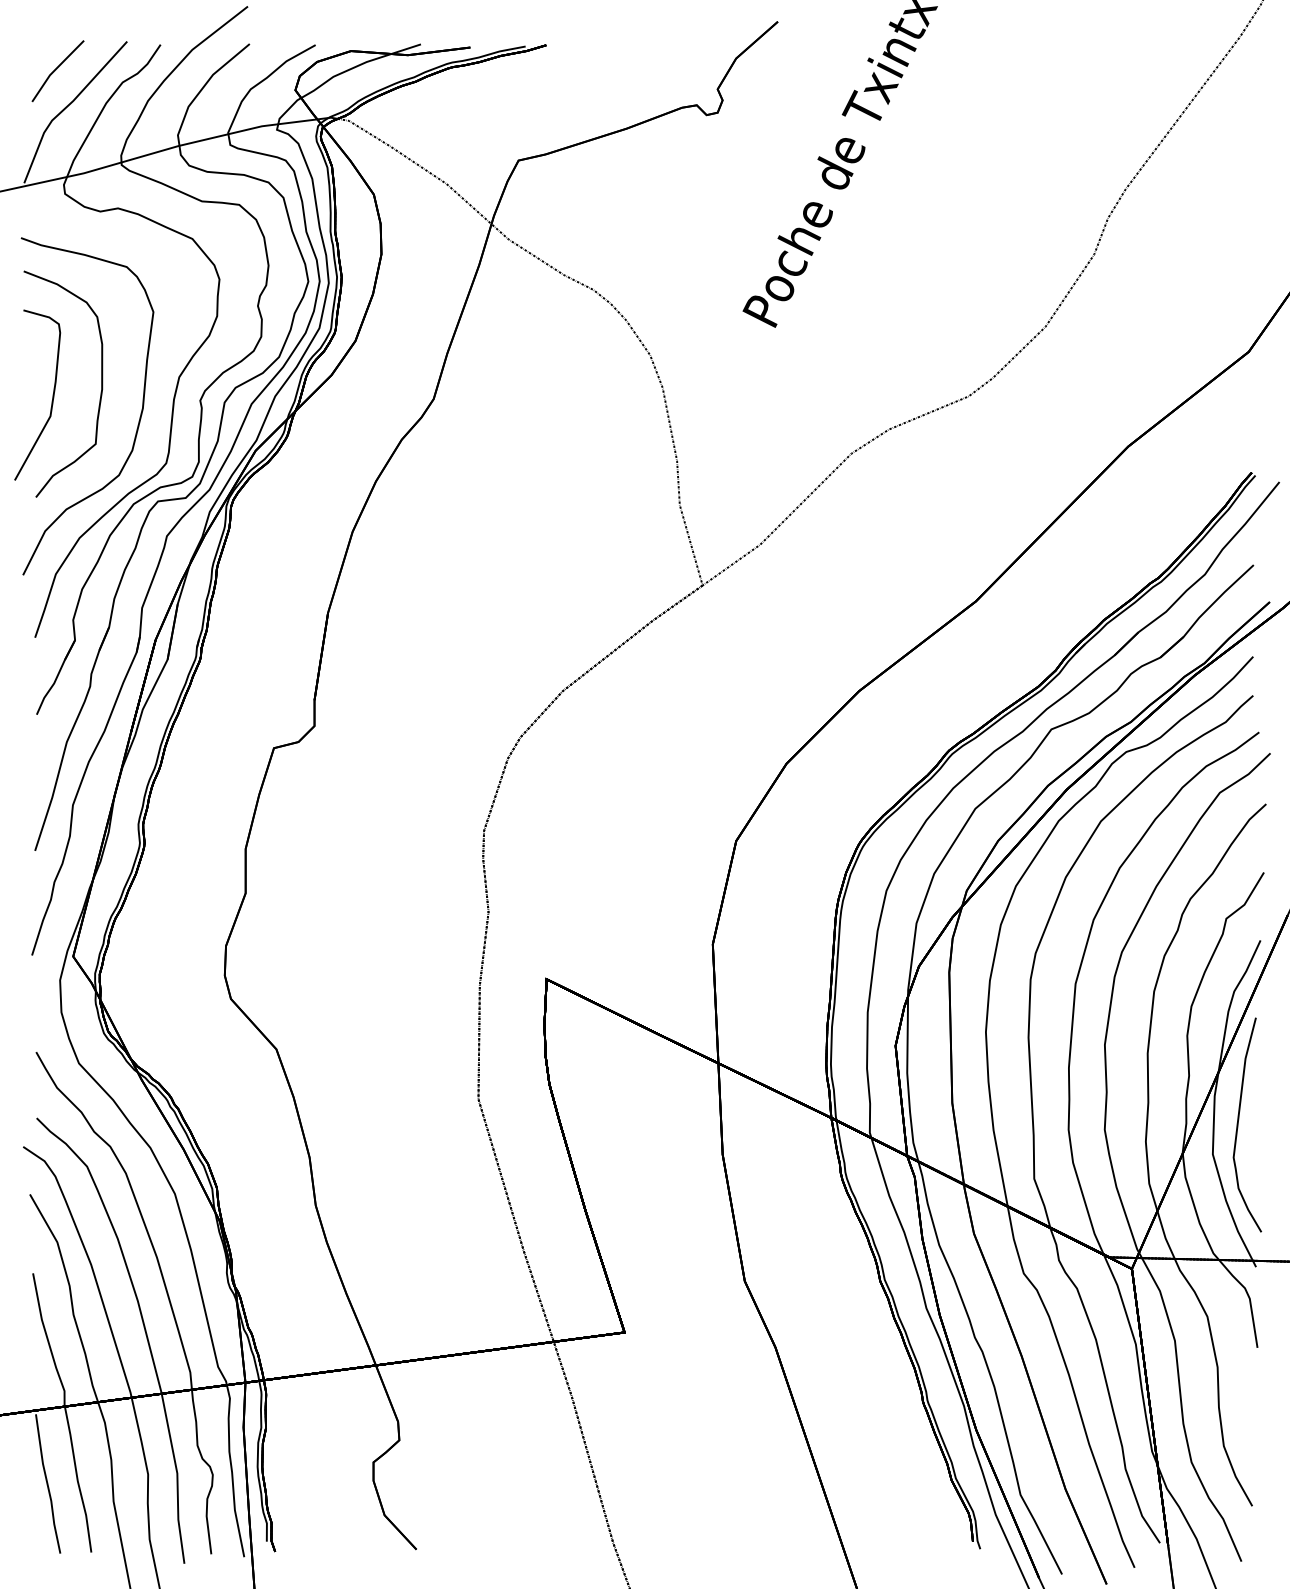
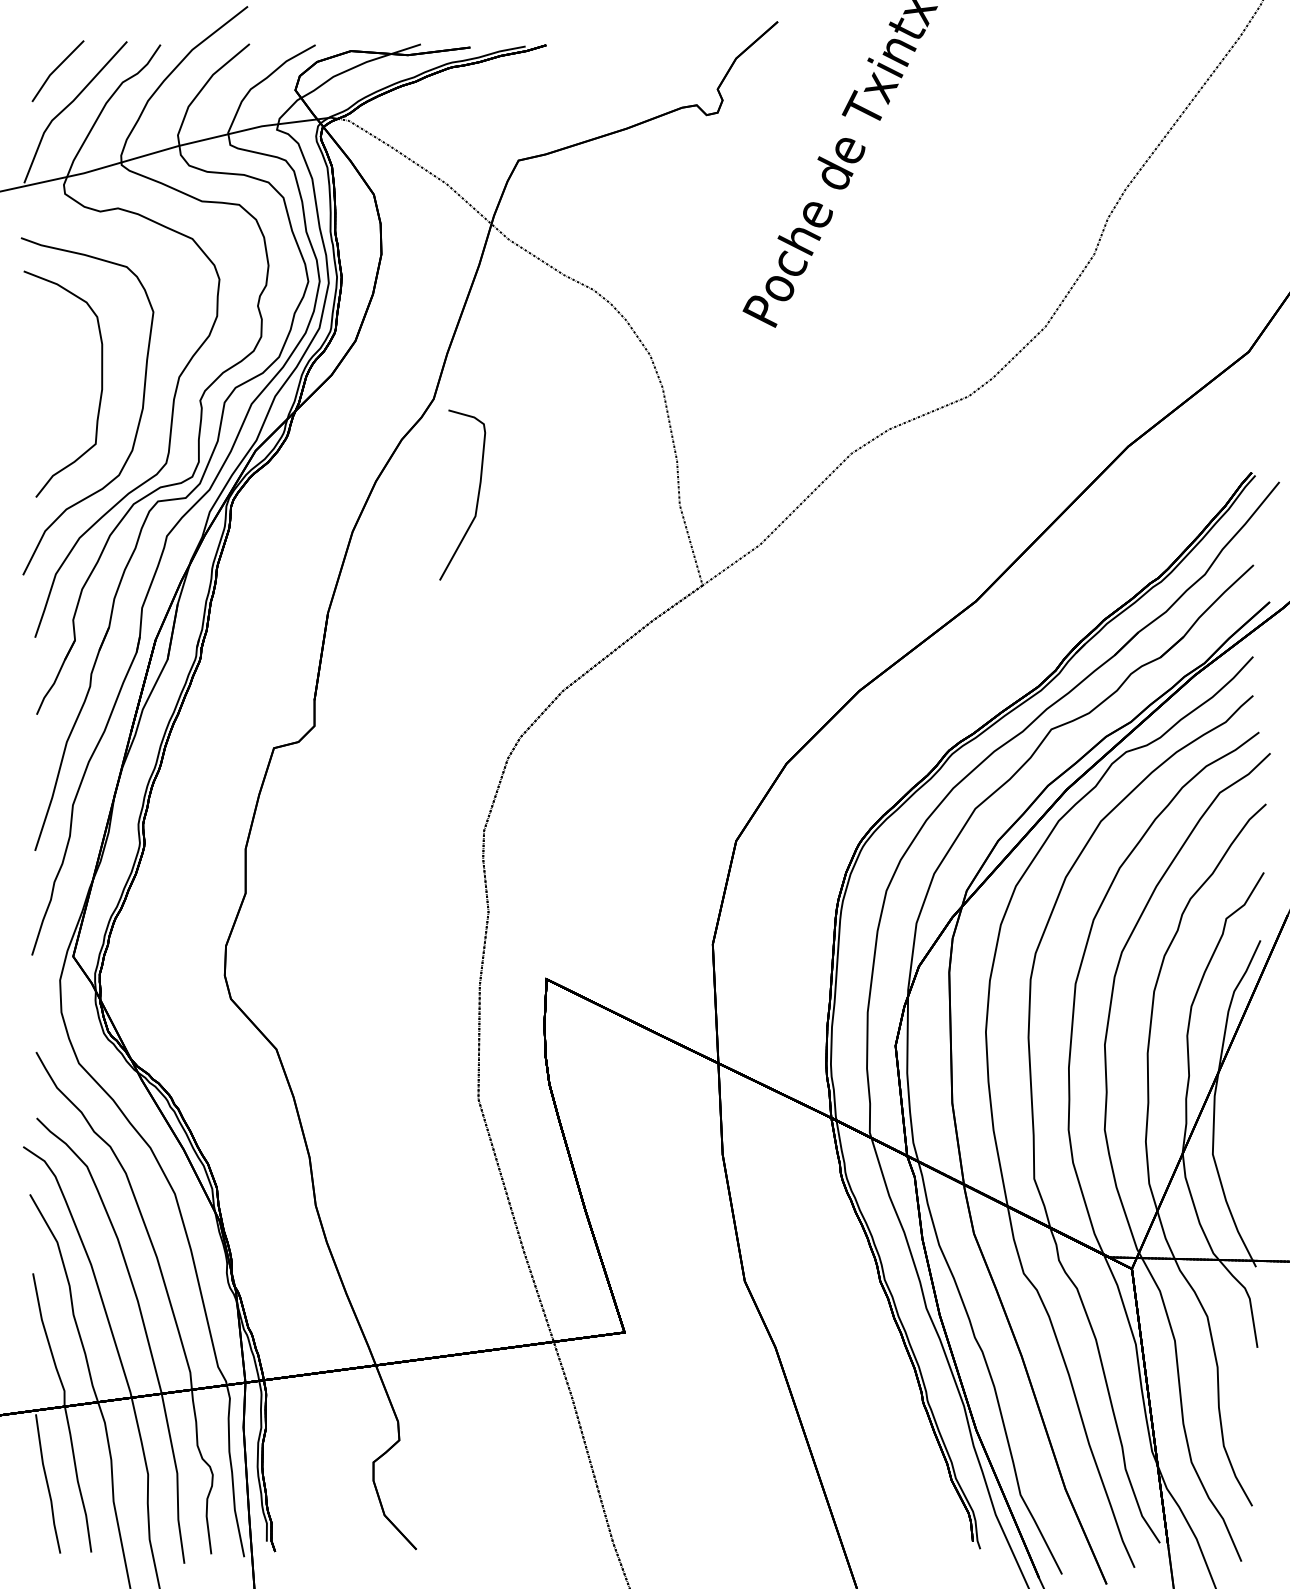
part at (52, 394) position: (52, 394) -> (477, 494)
curve at (1238, 1124): present -> none
